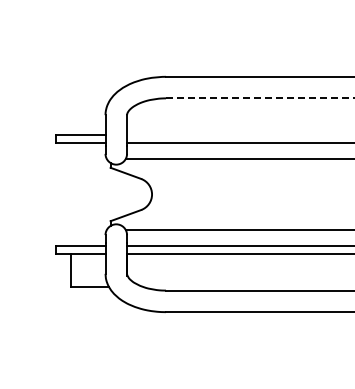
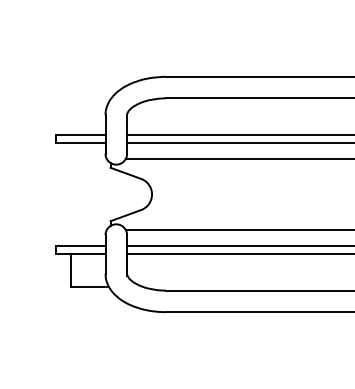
line at (260, 98): dashed -> solid
line at (239, 134): none -> present
